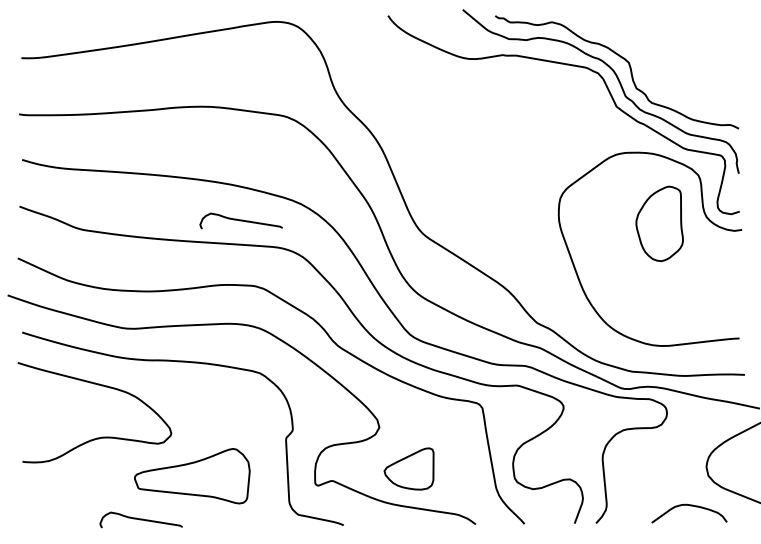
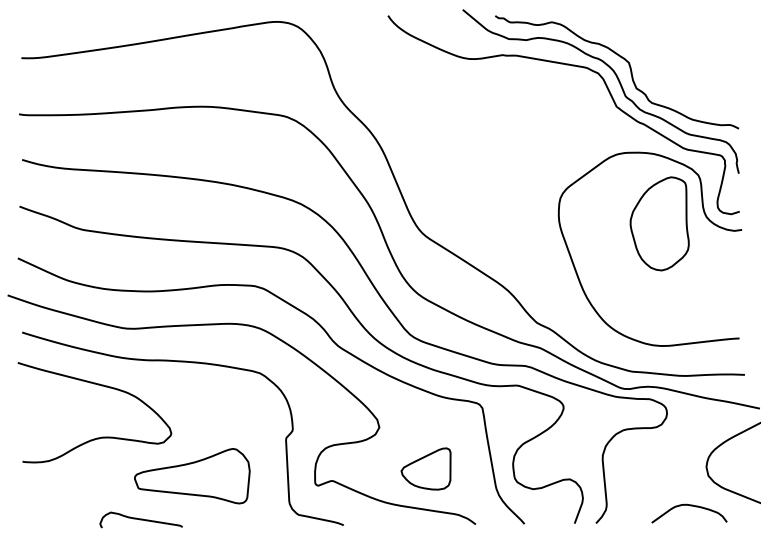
curve at (240, 220): present -> none
part at (659, 223) size: 49x77 px -> 61x96 px
part at (408, 468) position: (408, 468) -> (425, 468)
